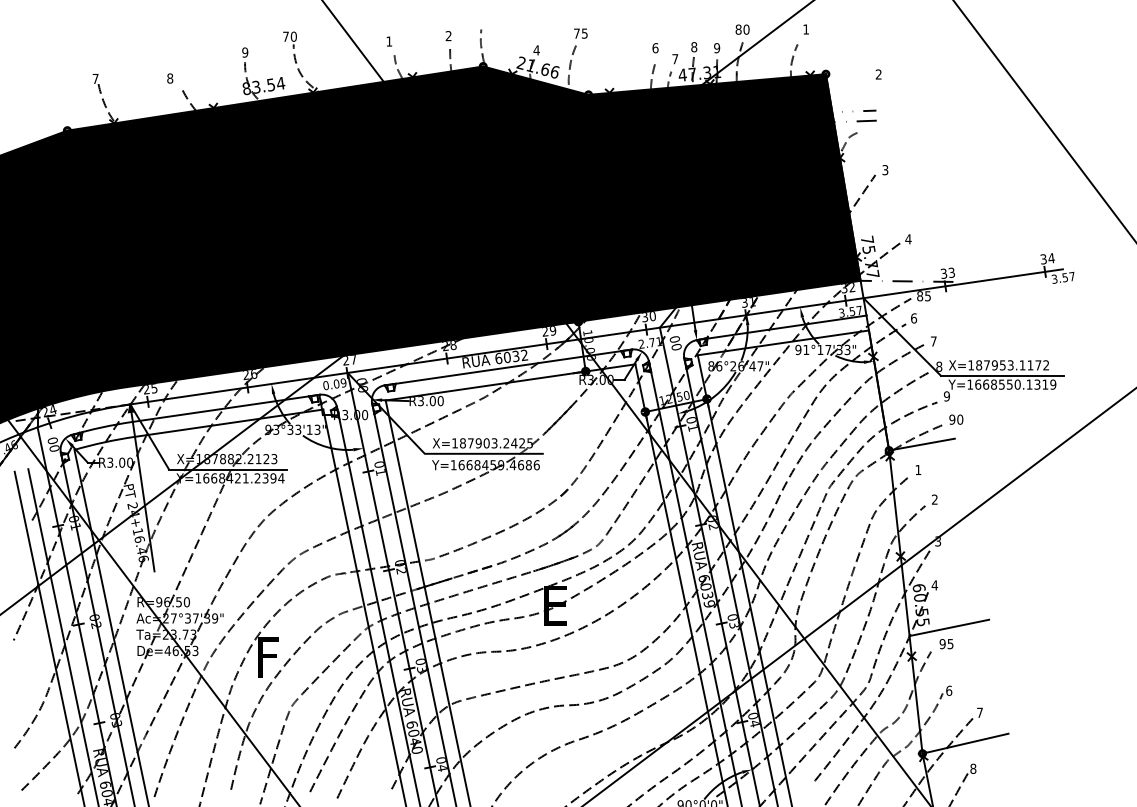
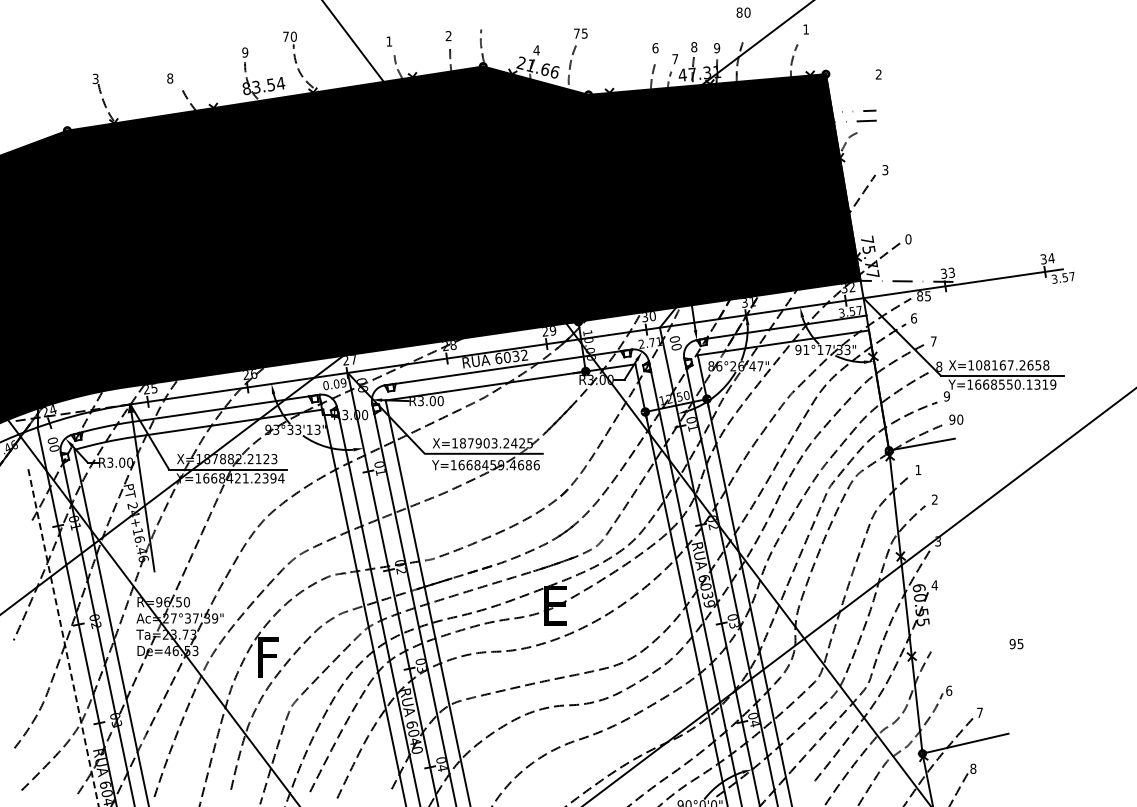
text at (742, 29) position: (742, 29) -> (743, 12)
text at (95, 78): 7 -> 3
line at (1043, 120): present -> none
text at (908, 239): 4 -> 0
text at (1012, 365): X=187953.1172 -> X=108167.2658
line at (949, 627): present -> none
line at (49, 637): present -> none
line at (63, 638): solid -> dashed
text at (946, 644) position: (946, 644) -> (1016, 644)
